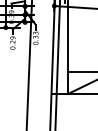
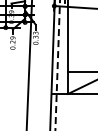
line at (57, 65): solid -> dashed
